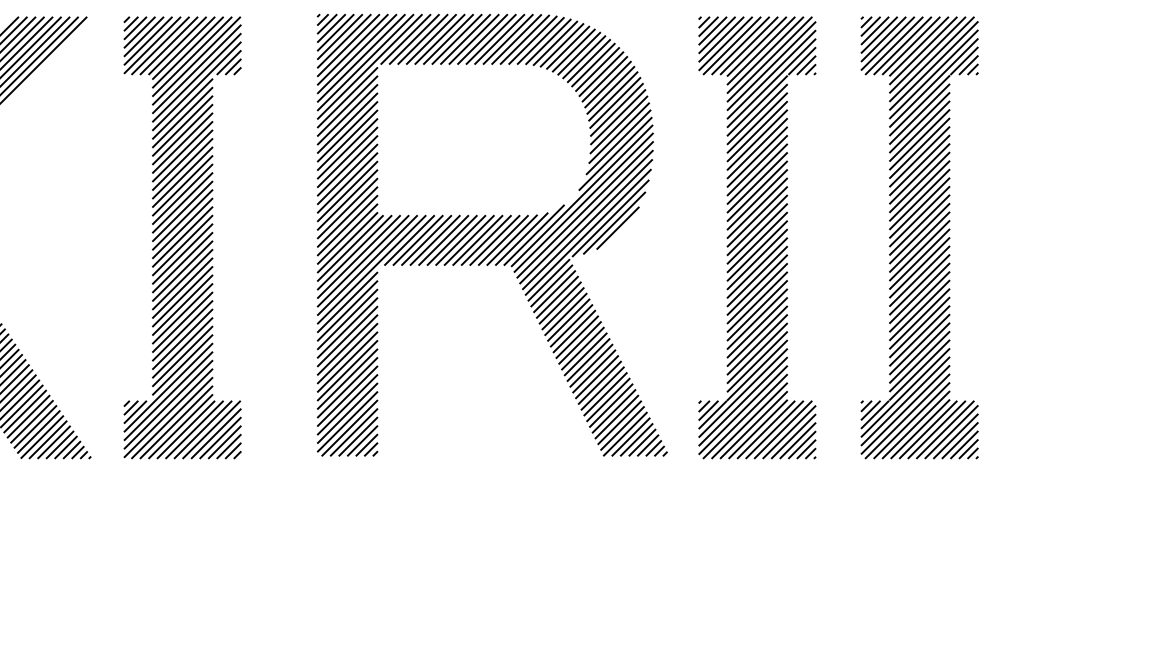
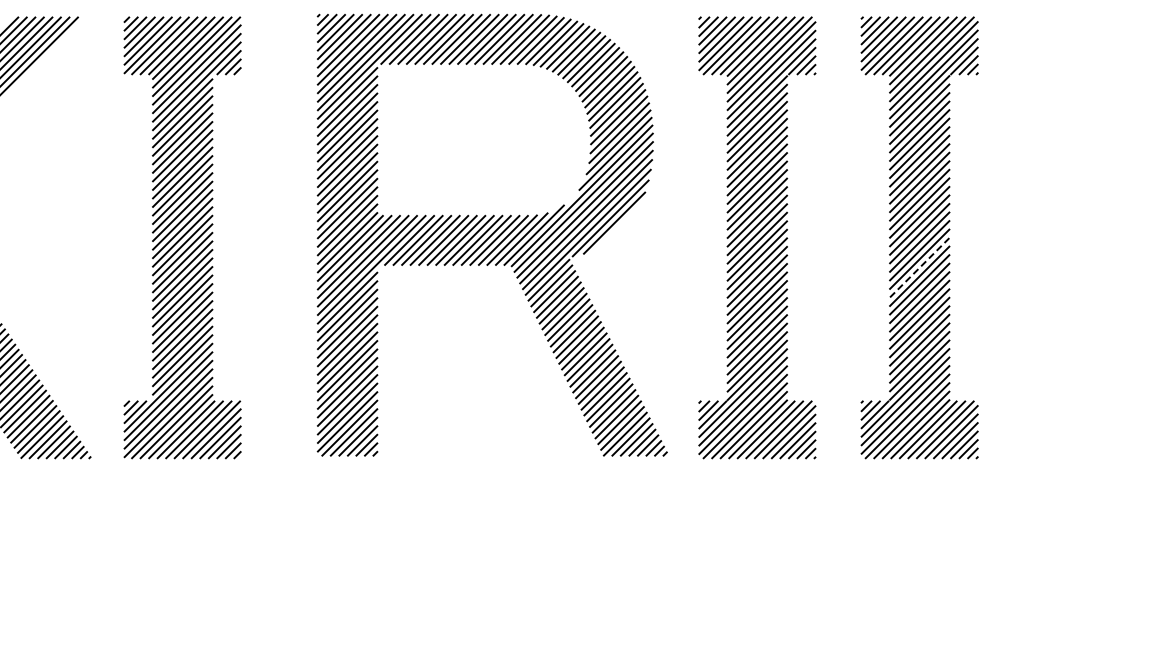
line at (44, 59): present -> none
line at (617, 227): present -> none
line at (919, 267): solid -> dashed
